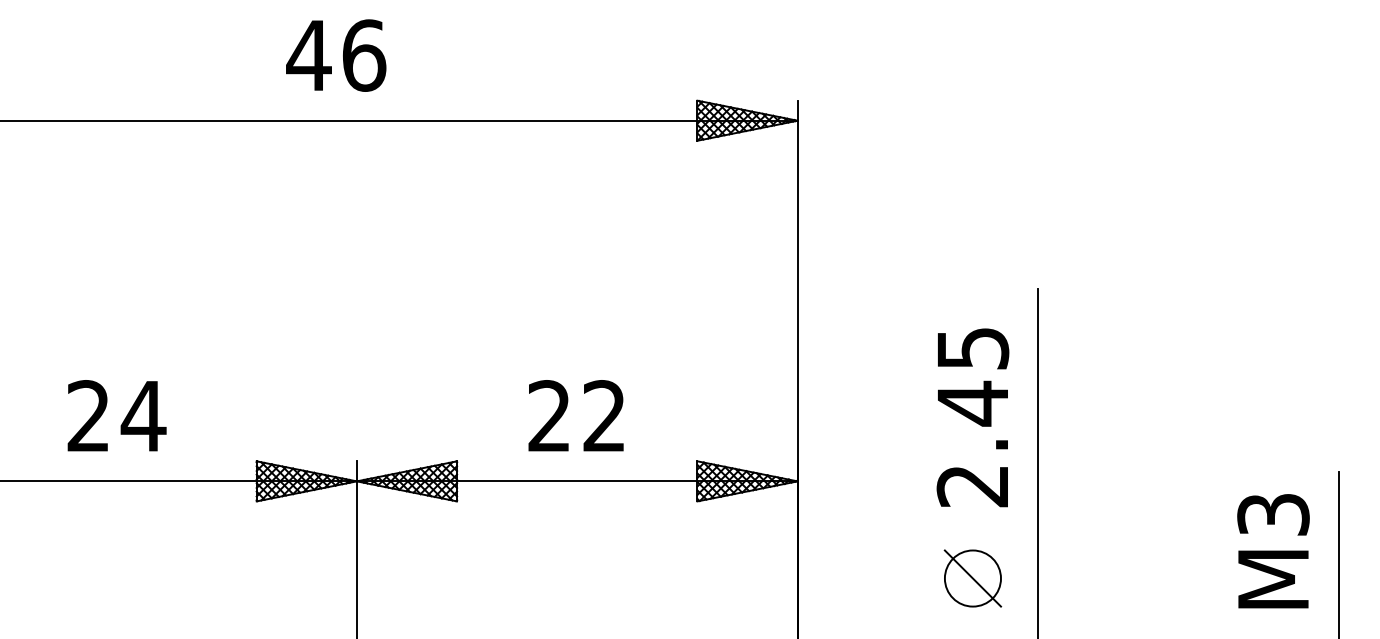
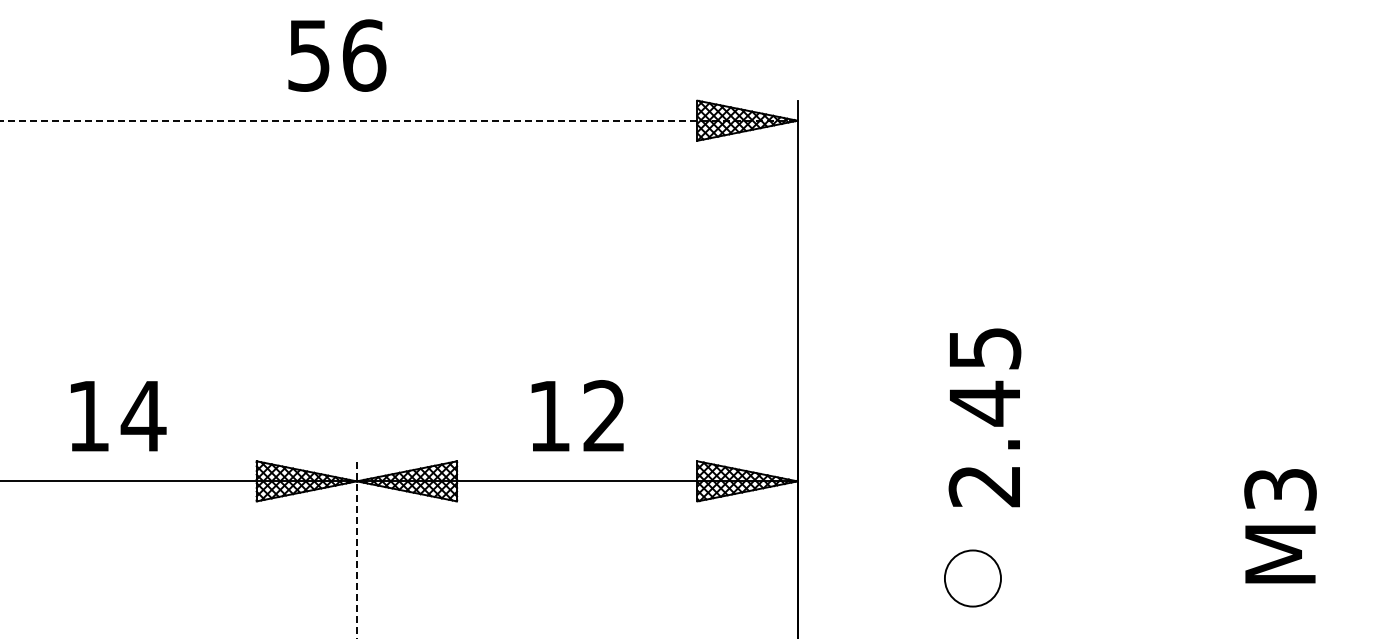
text at (308, 55): 46 -> 56
line at (399, 120): solid -> dashed
text at (87, 415): 24 -> 14
text at (548, 415): 22 -> 12
text at (972, 417) position: (972, 417) -> (984, 417)
line at (1038, 461): present -> none
line at (356, 550): solid -> dashed
text at (1273, 551) position: (1273, 551) -> (1280, 526)
line at (1338, 553): present -> none
line at (972, 578): present -> none
